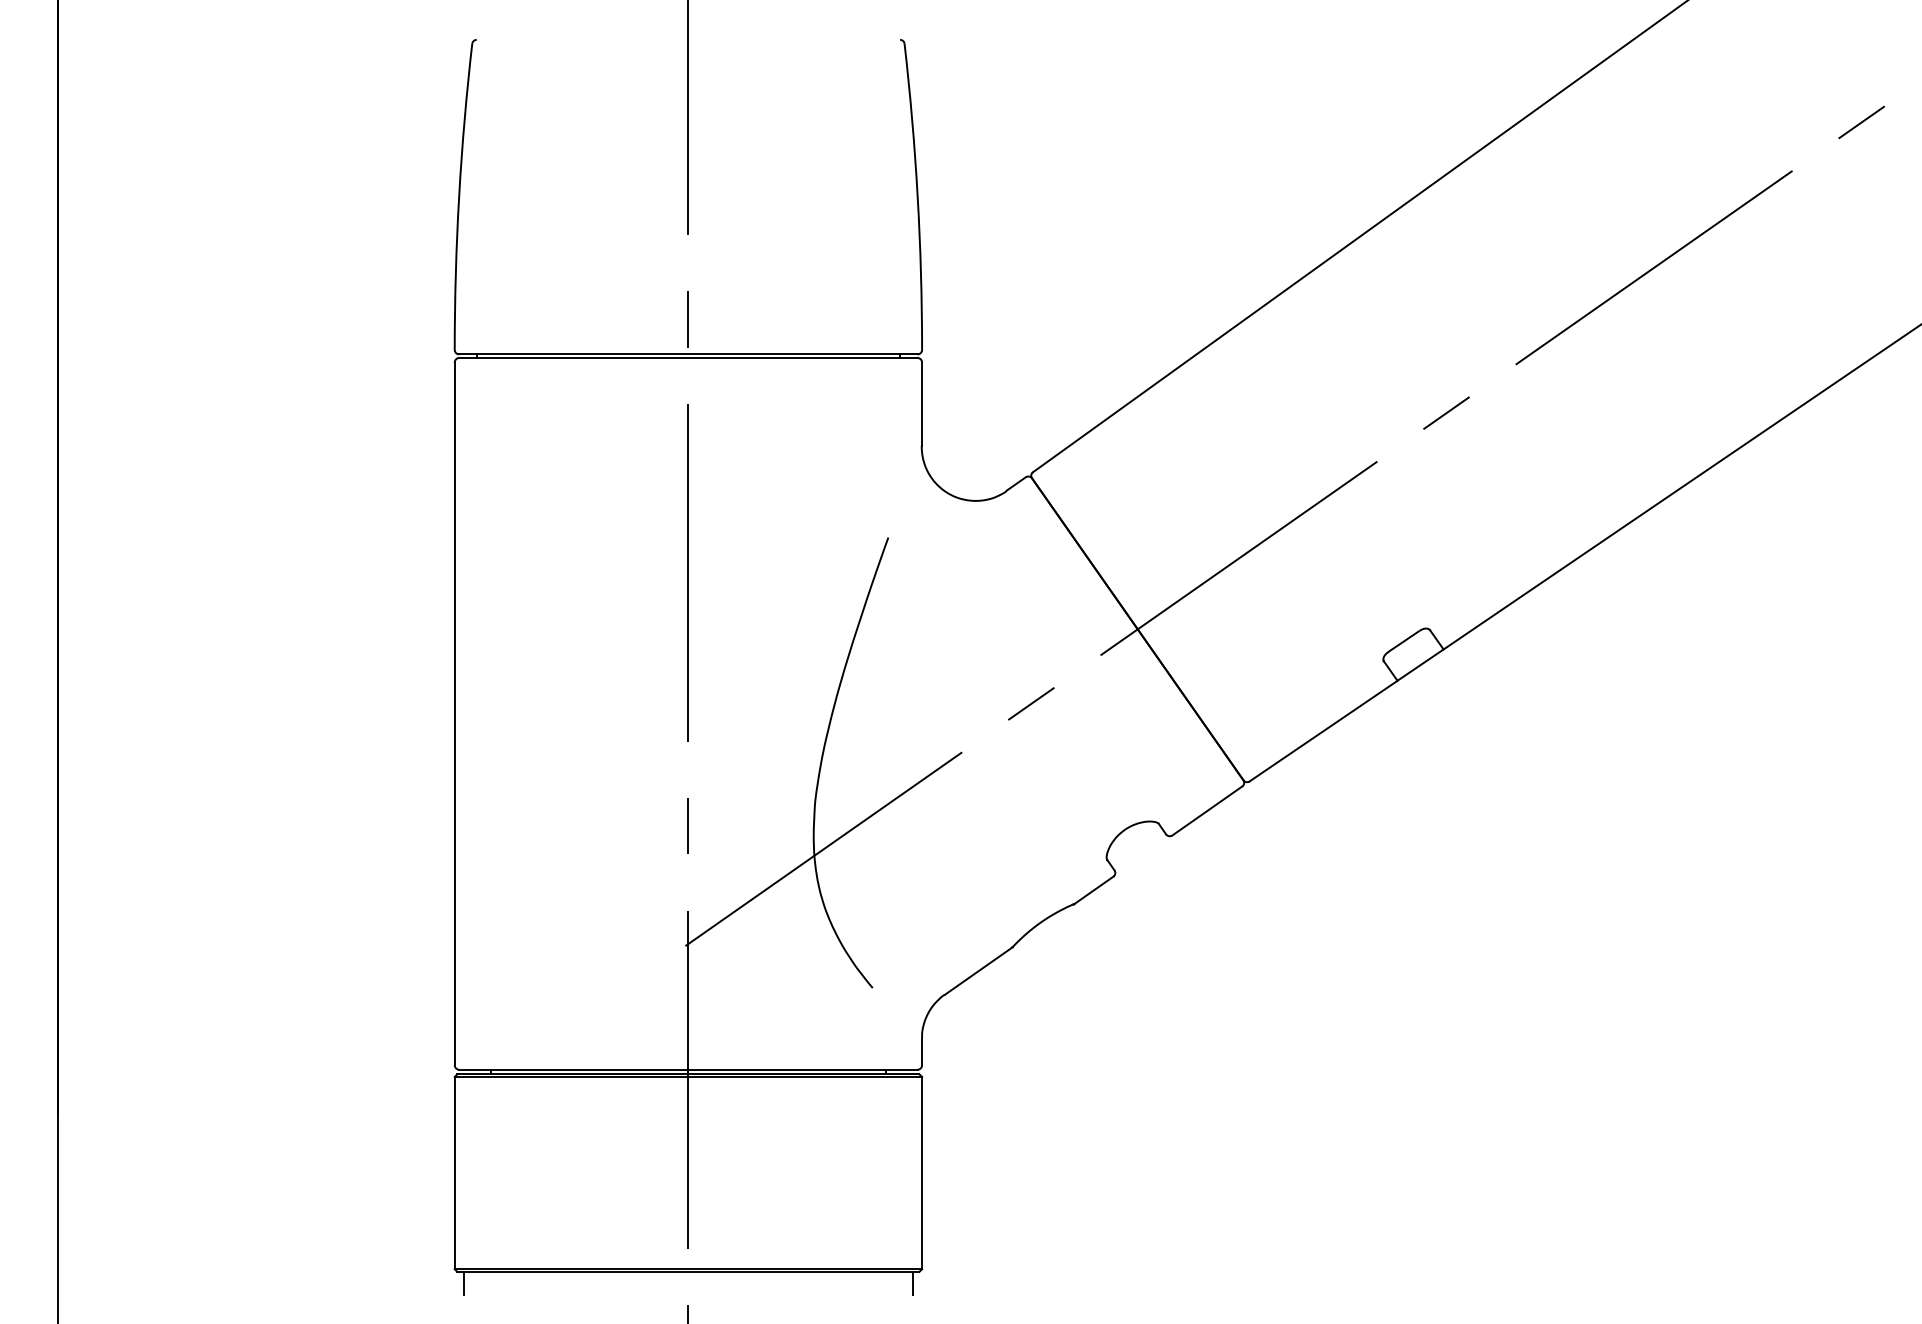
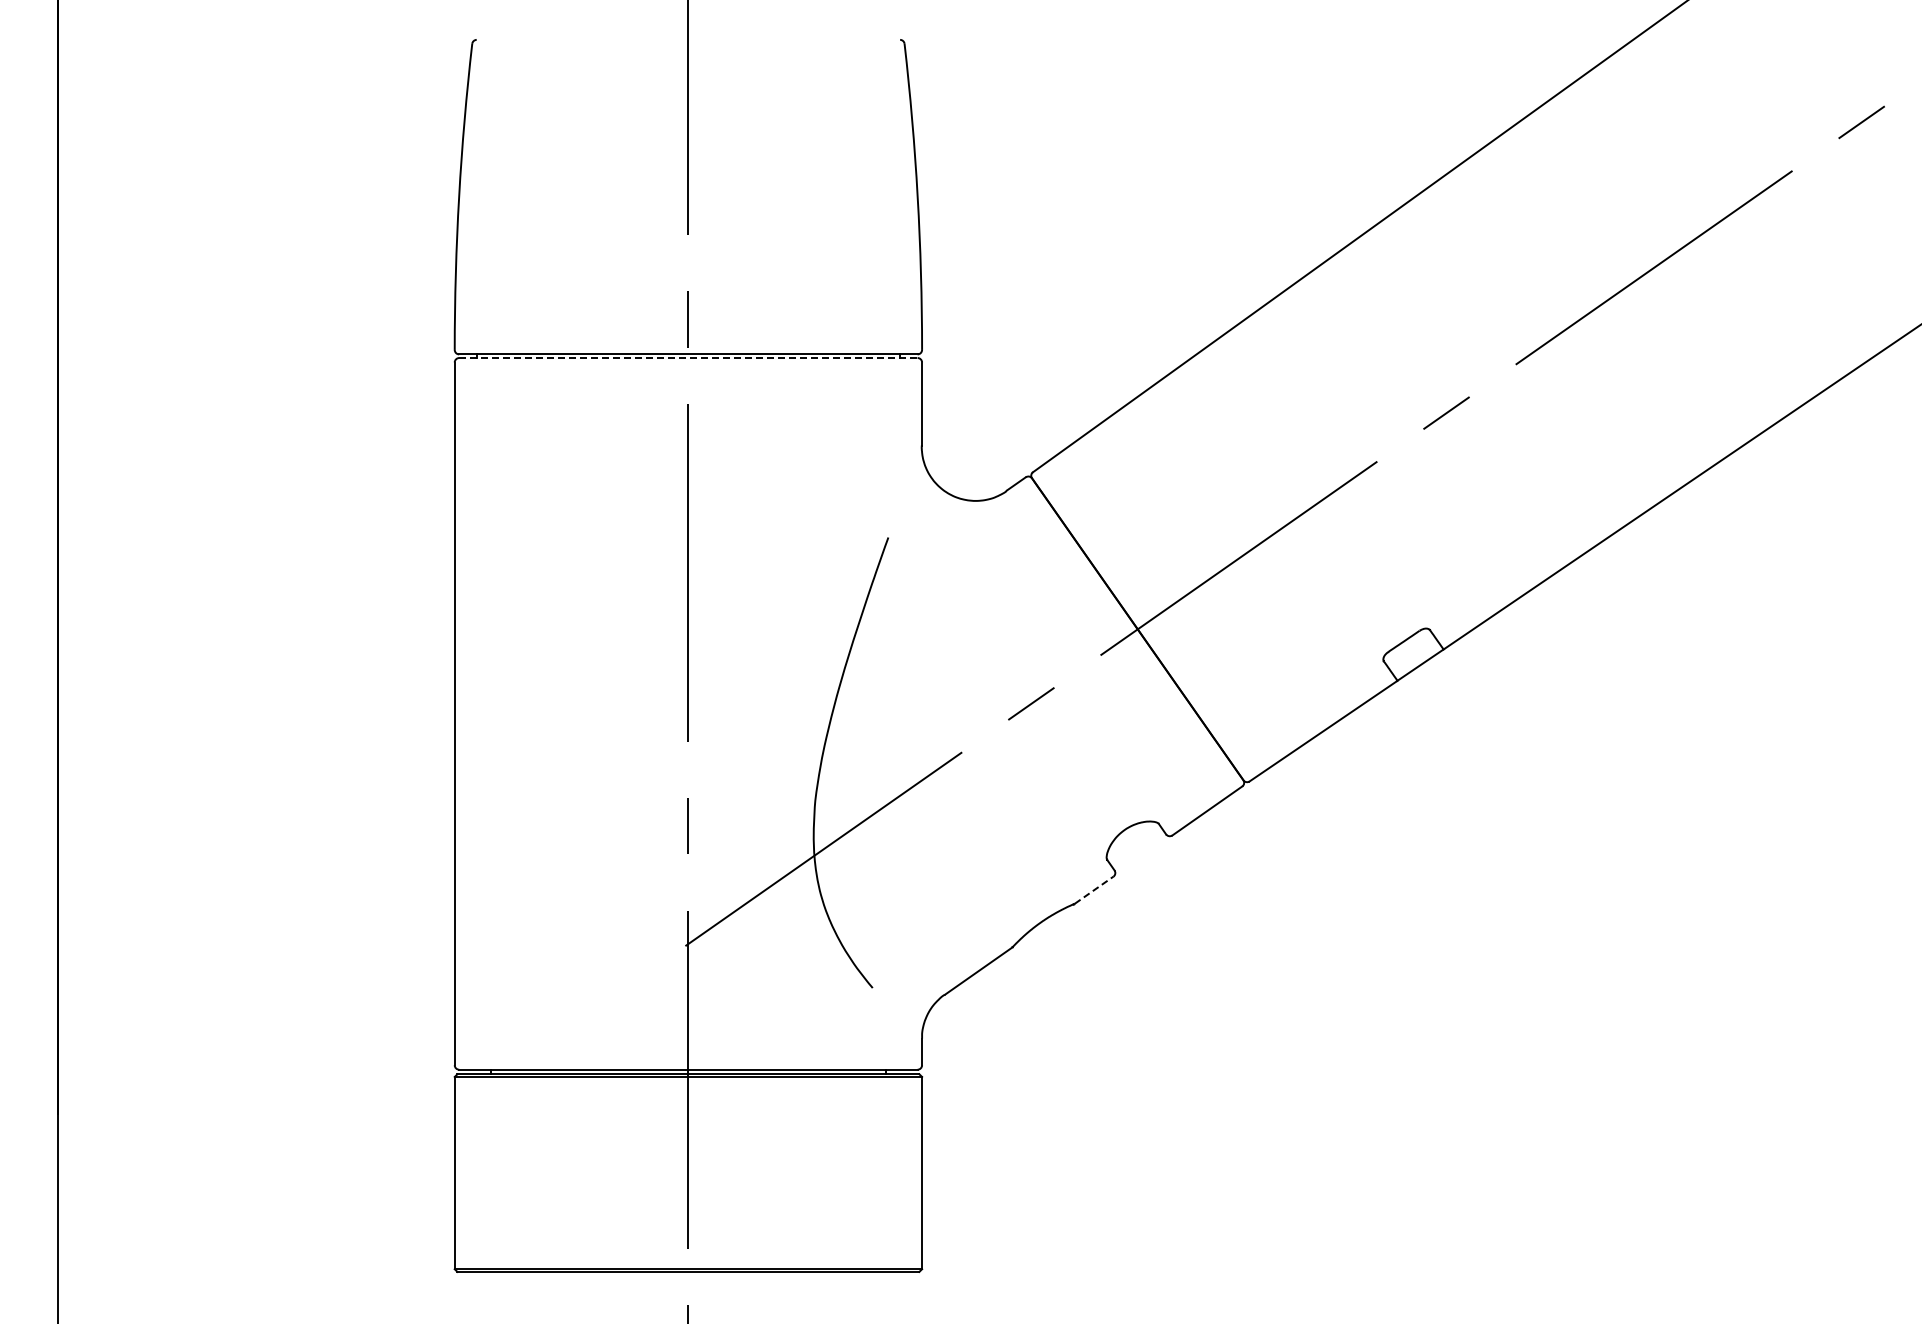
line at (688, 358): solid -> dashed
line at (1094, 890): solid -> dashed
line at (463, 1283): present -> none
line at (913, 1283): present -> none
